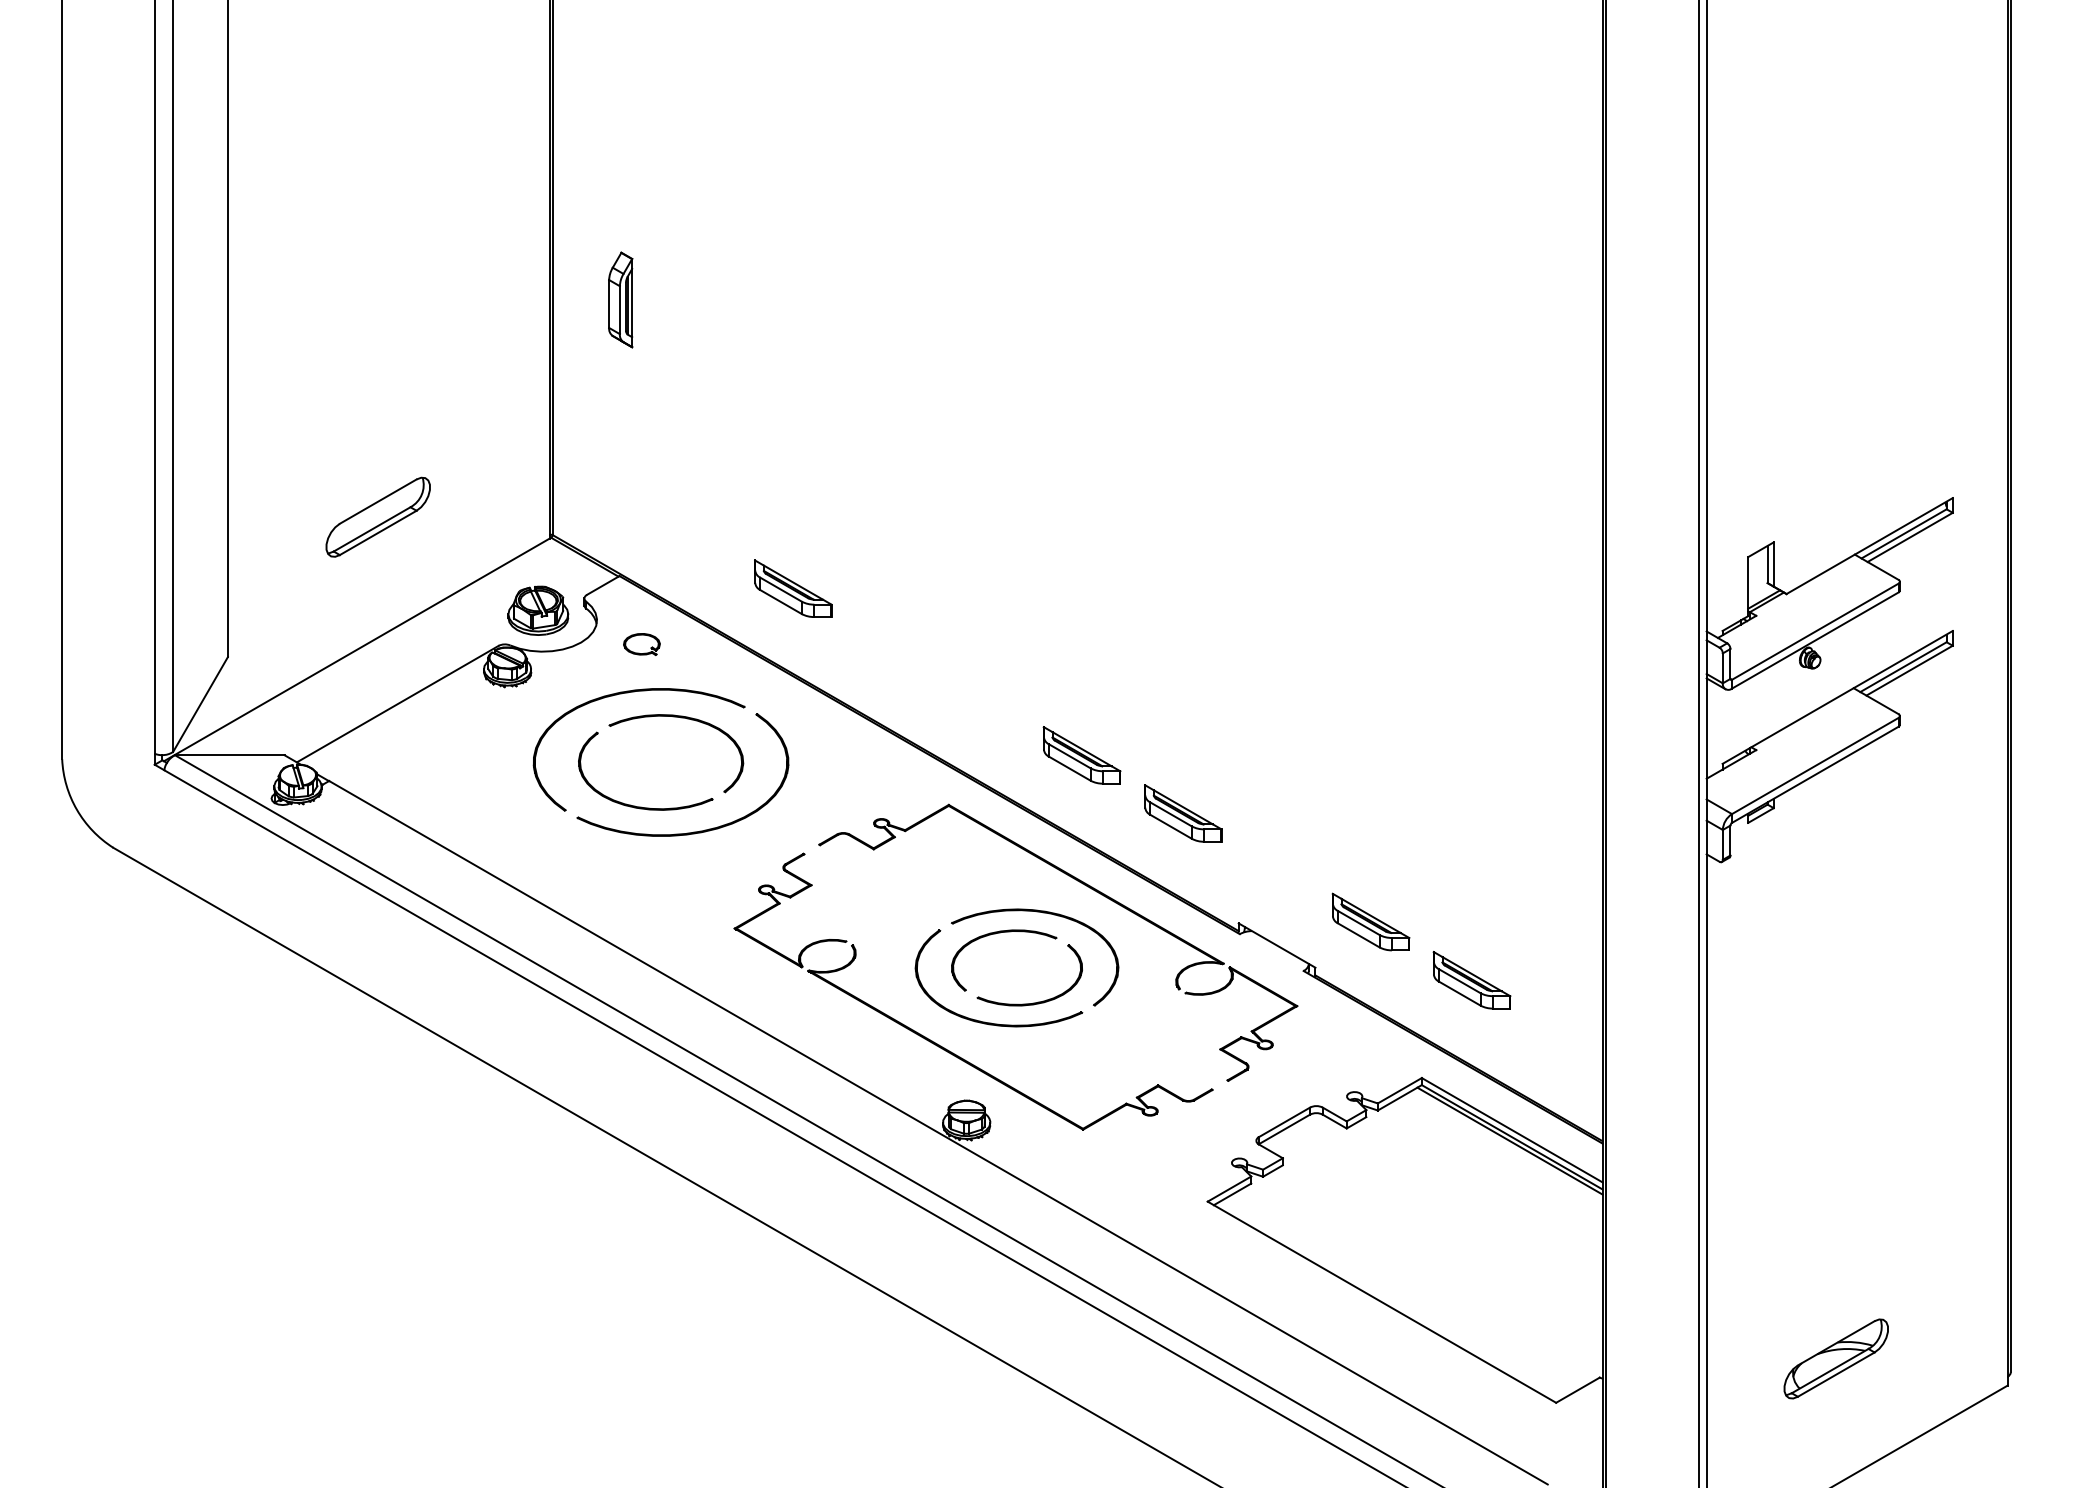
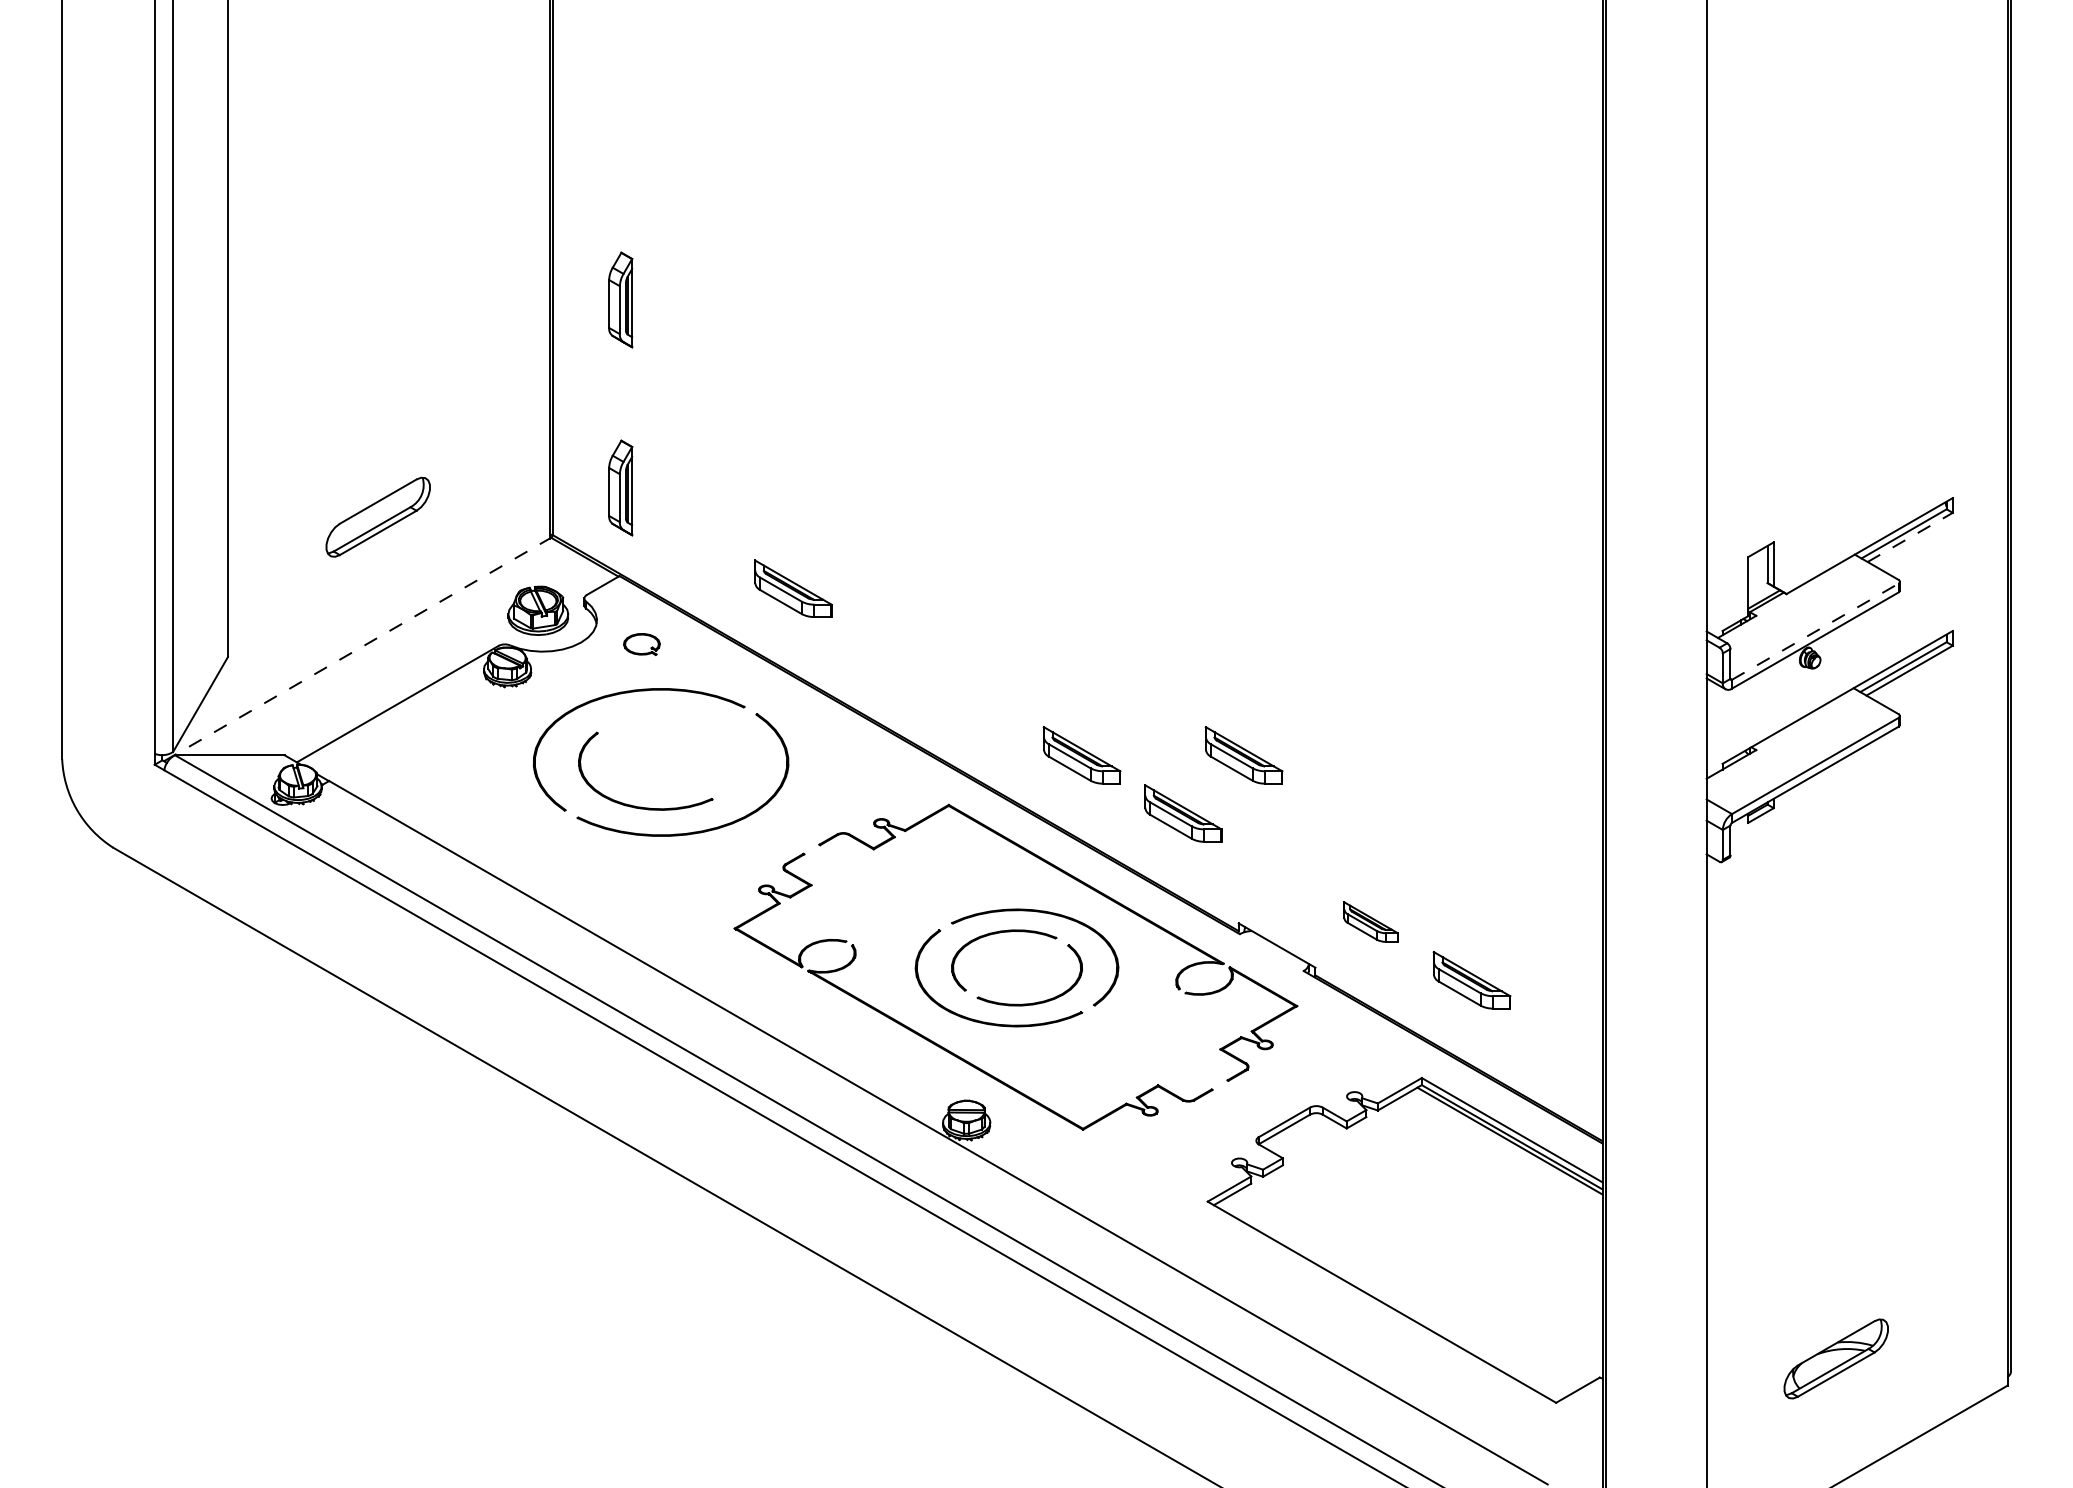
part at (620, 487): none -> present
line at (1910, 537): solid -> dashed
line at (1815, 631): solid -> dashed
line at (357, 649): solid -> dashed
part at (680, 718): present -> none
line at (1699, 743): present -> none
part at (1243, 755): none -> present
part at (1370, 921) size: 80x60 px -> 56x42 px
